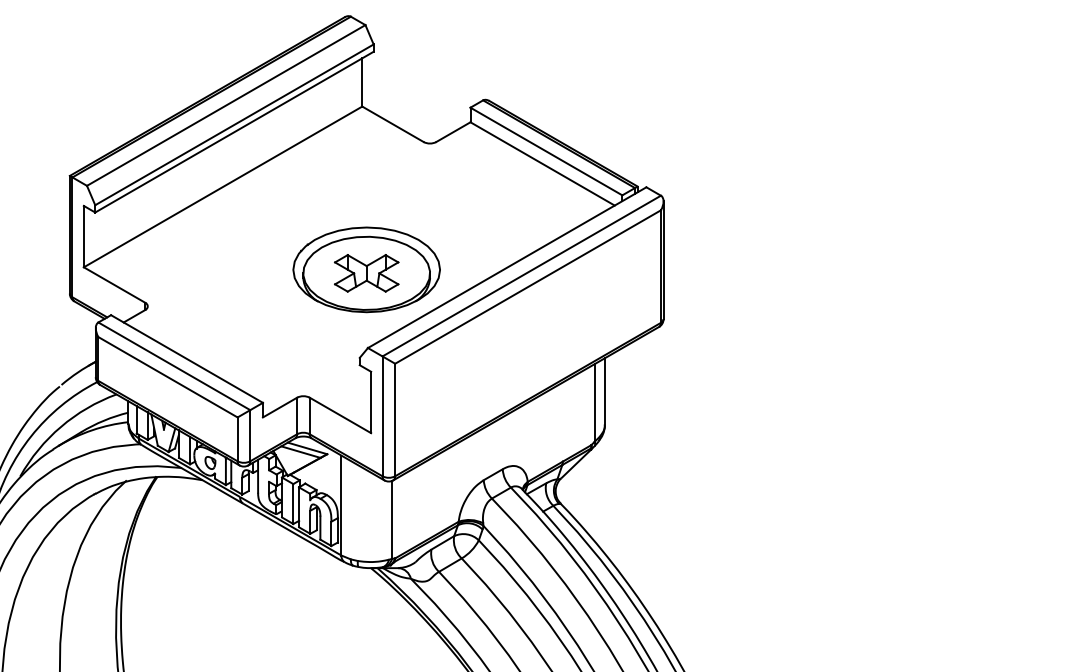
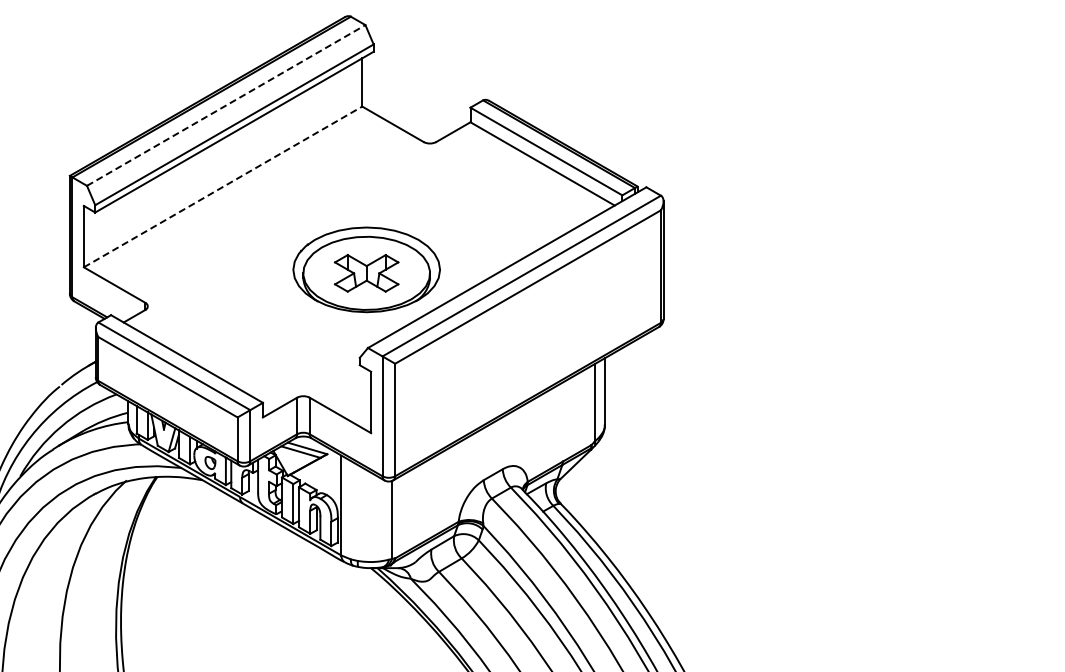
line at (226, 105): solid -> dashed
line at (223, 186): solid -> dashed
